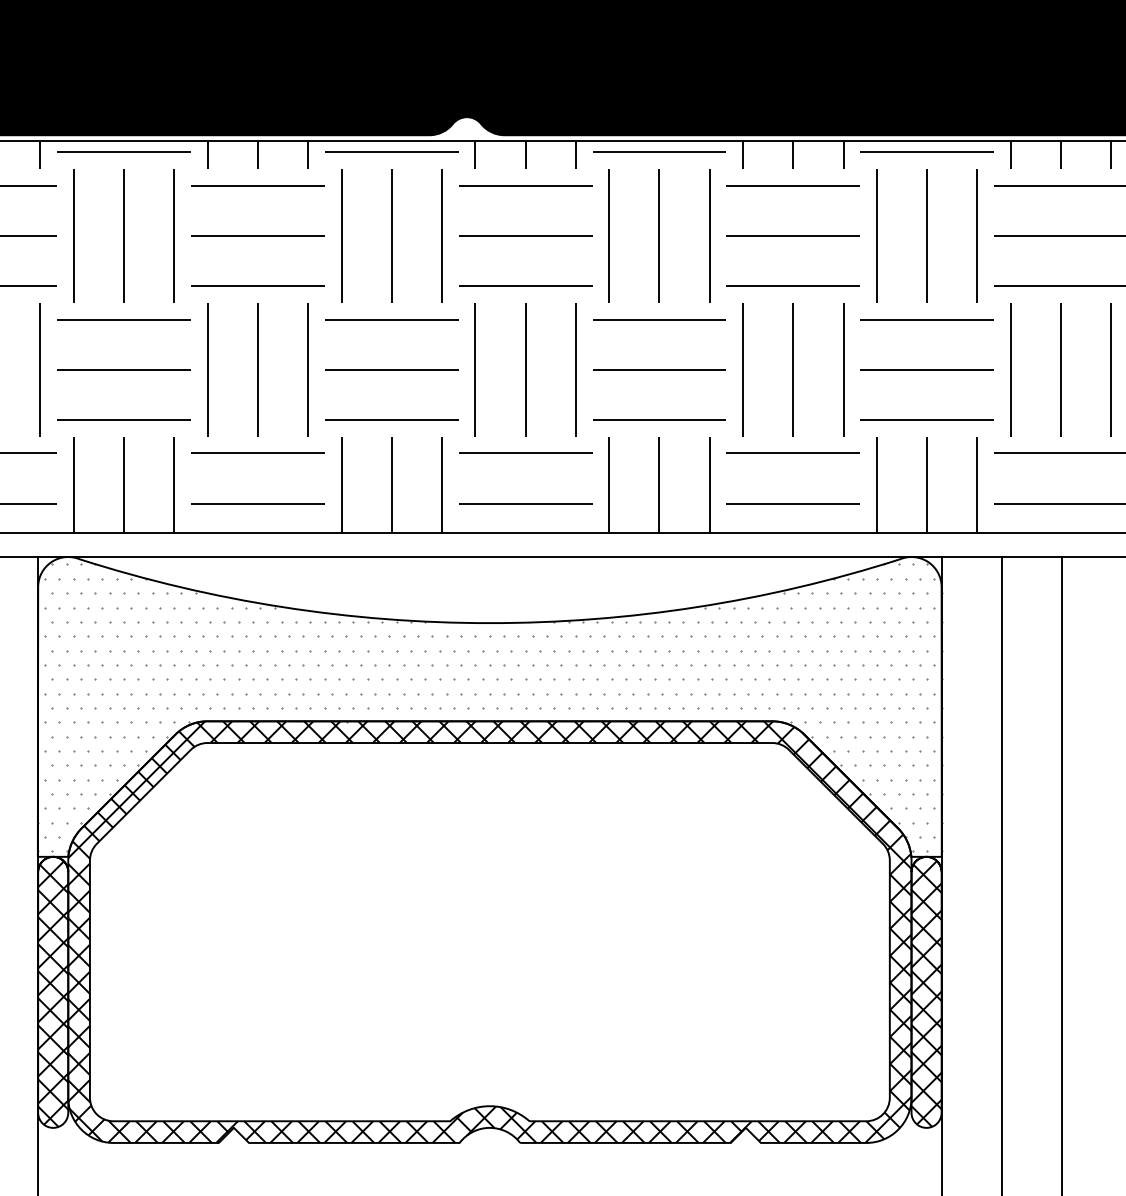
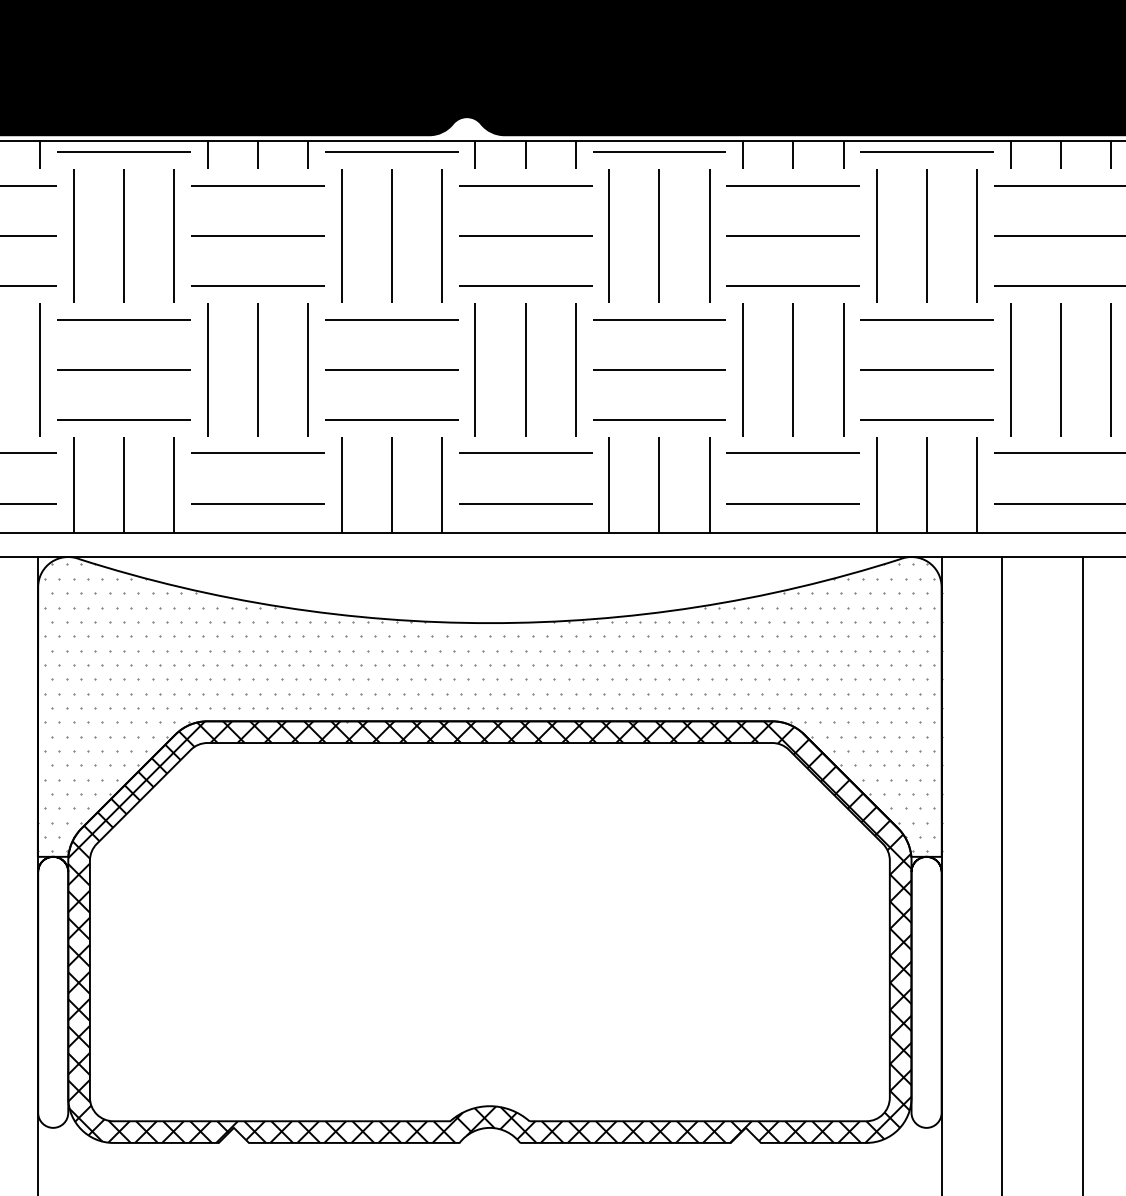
line at (1062, 874) position: (1062, 874) -> (1083, 874)
hatch at (53, 992): present -> none
hatch at (926, 992): present -> none
